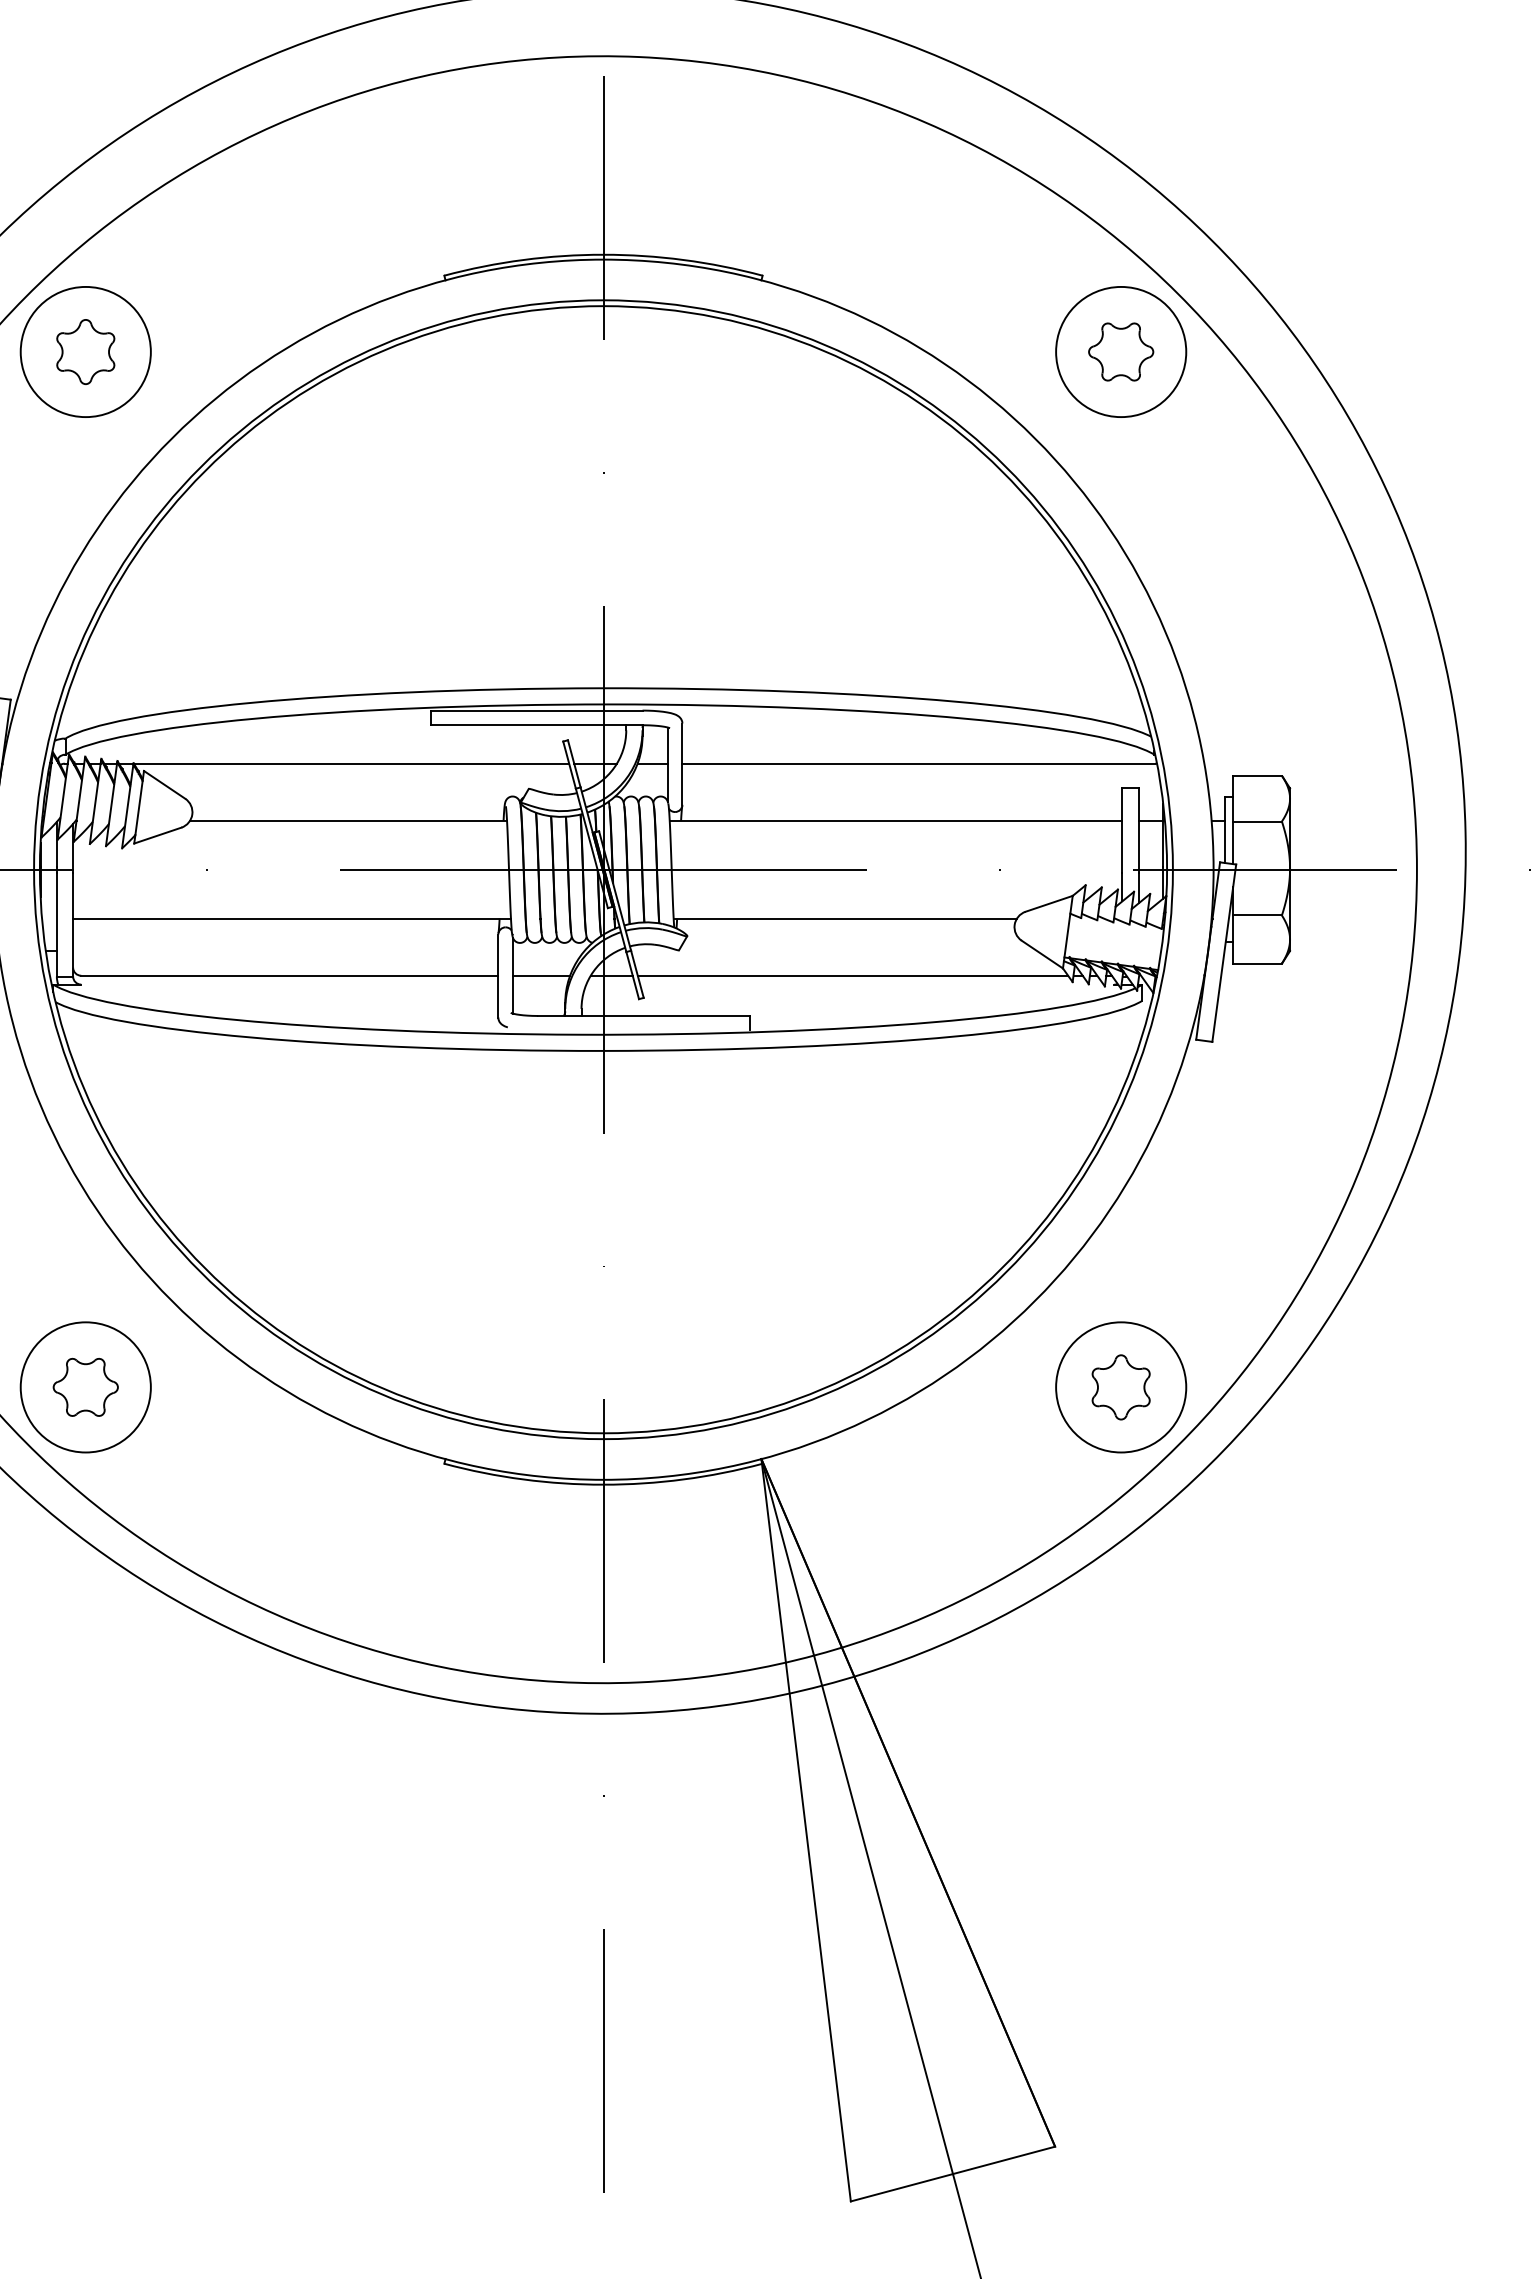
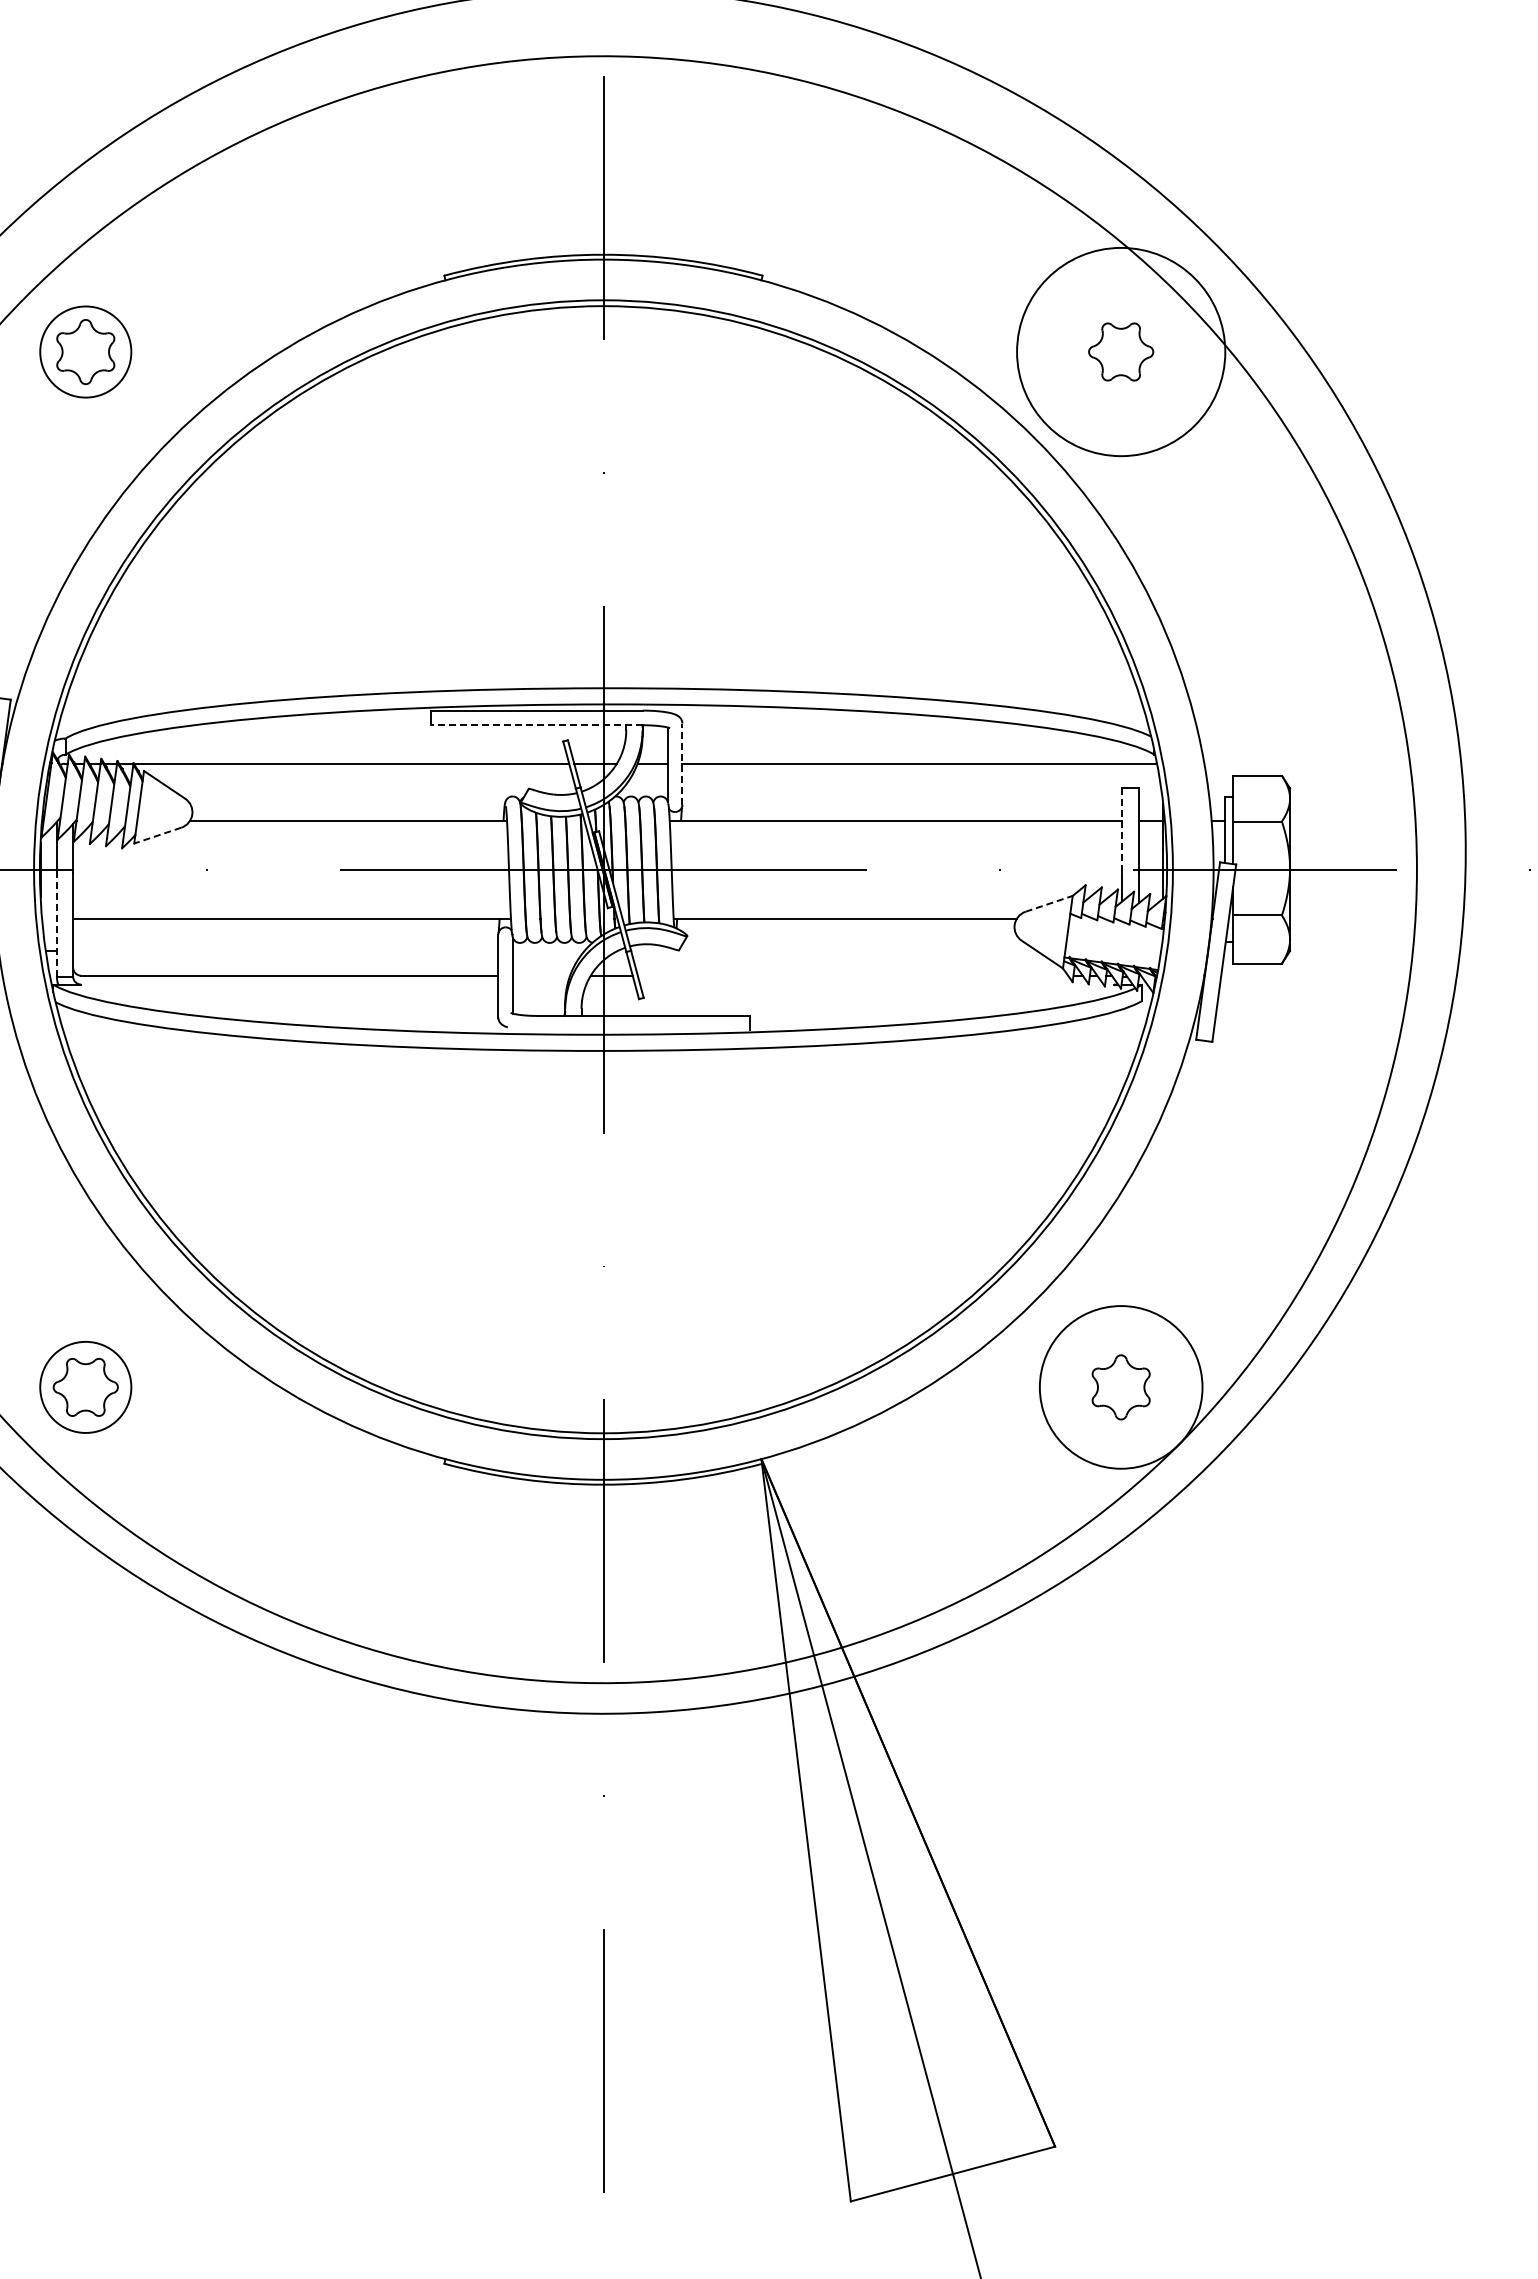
circle at (85, 351) diameter: 130 px -> 91 px
circle at (1121, 351) diameter: 130 px -> 208 px
line at (536, 725): solid -> dashed
line at (682, 764): solid -> dashed
line at (1122, 831): solid -> dashed
line at (157, 835): solid -> dashed
line at (1049, 903): solid -> dashed
line at (56, 924): solid -> dashed
line at (541, 975): present -> none
line at (852, 975): present -> none
circle at (85, 1387) diameter: 130 px -> 91 px
circle at (1121, 1387) diameter: 130 px -> 163 px
